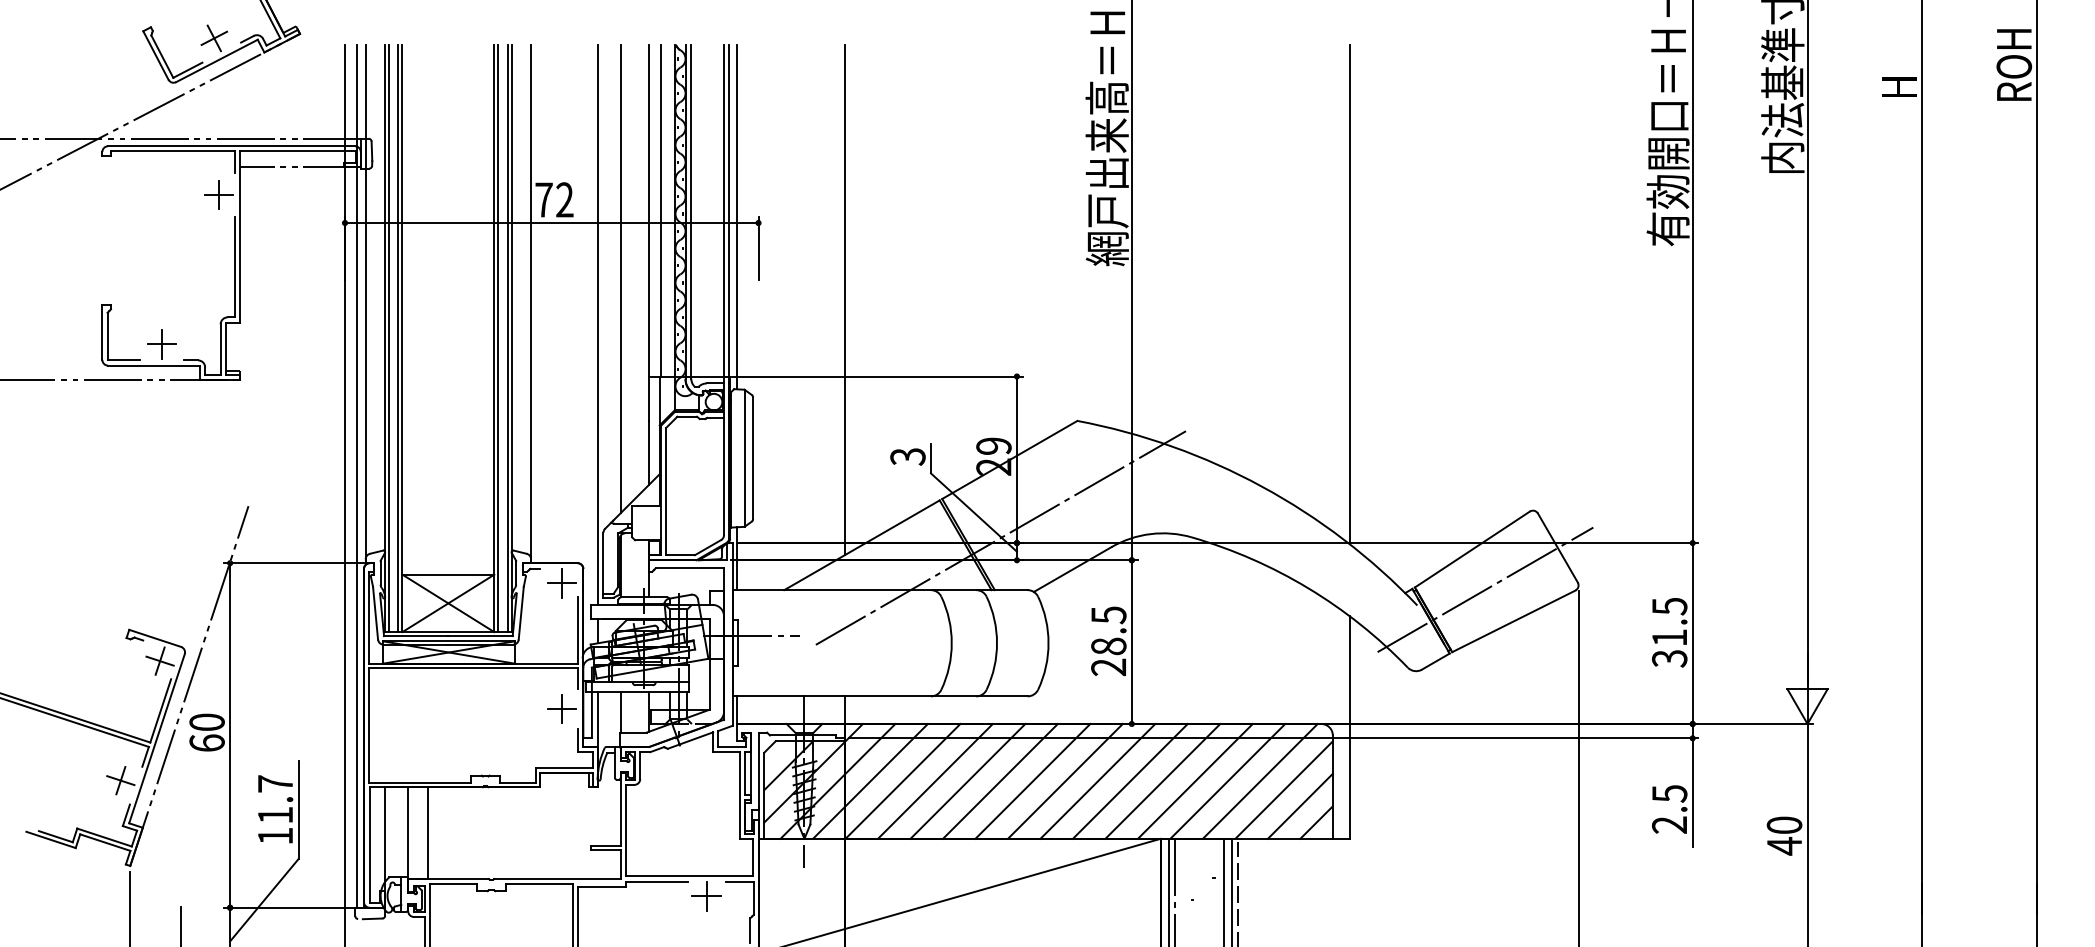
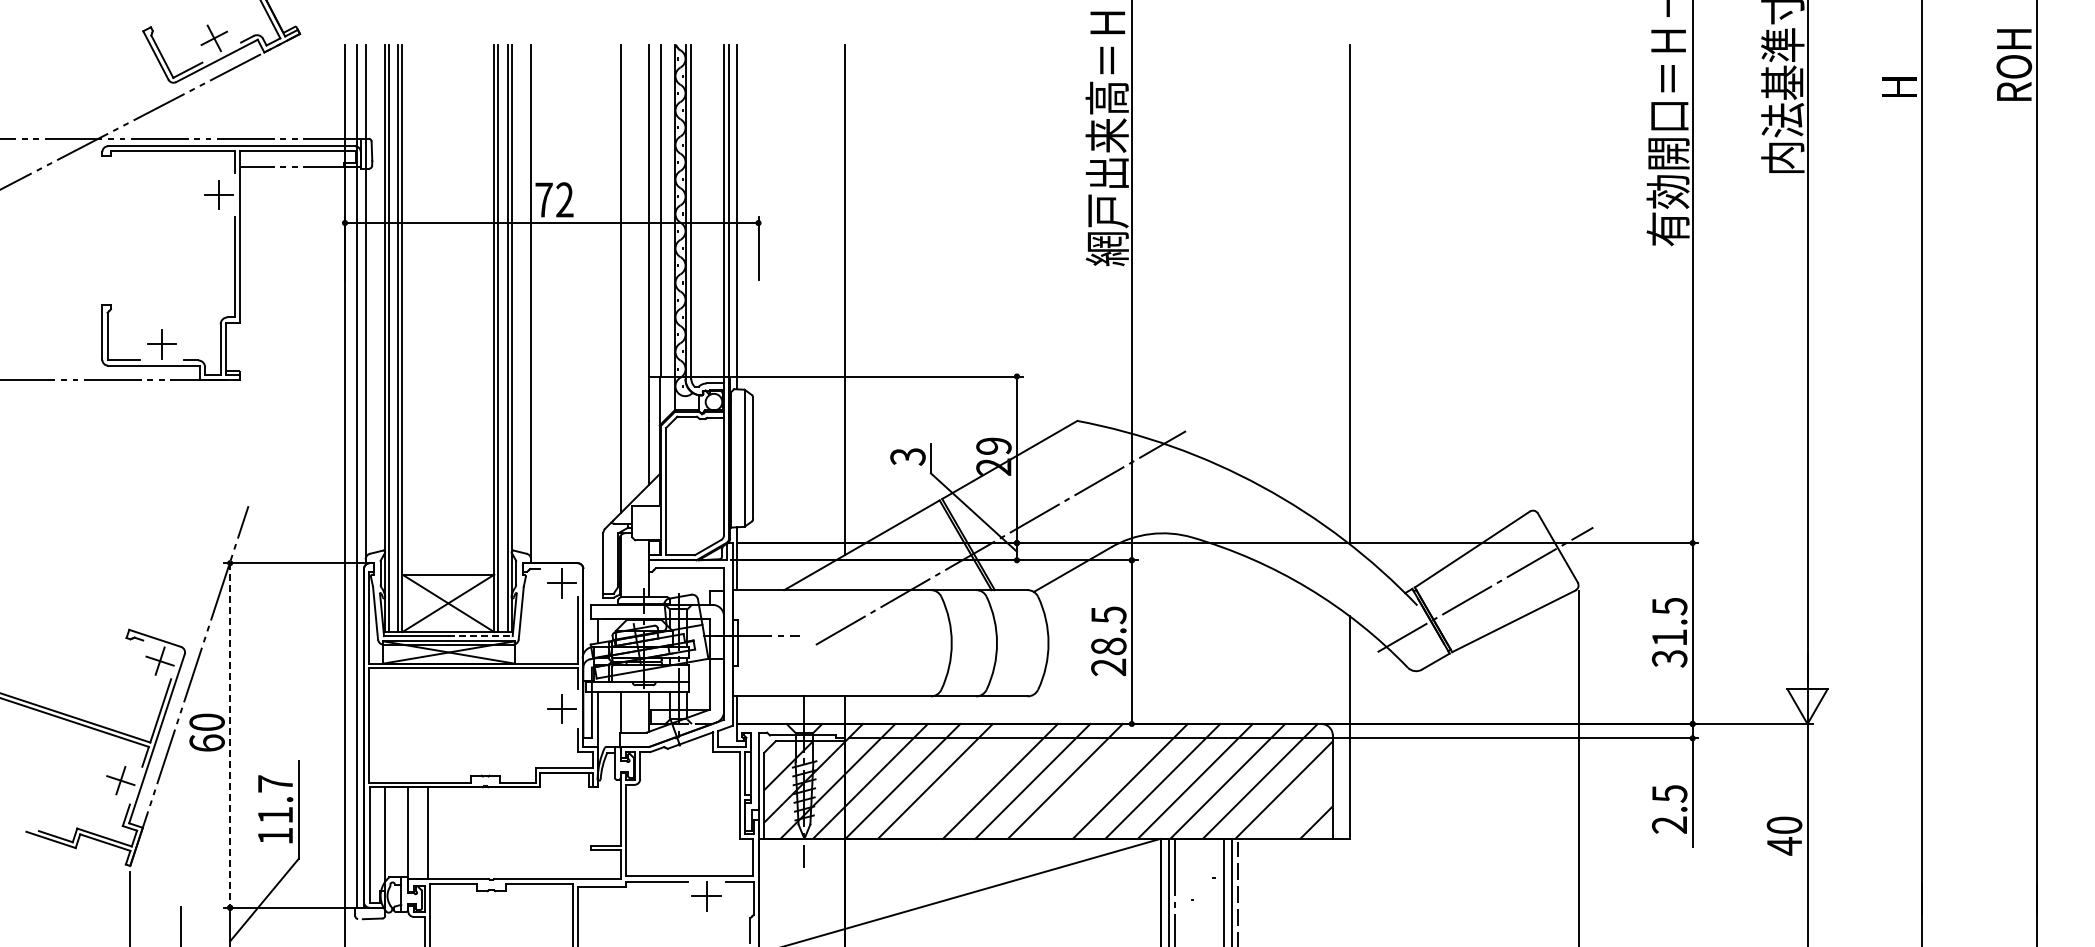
line at (597, 324): present -> none
line at (481, 636): solid -> dashed
line at (230, 735): solid -> dashed
line at (967, 781): present -> none
line at (1097, 781): present -> none
line at (1299, 805): present -> none
